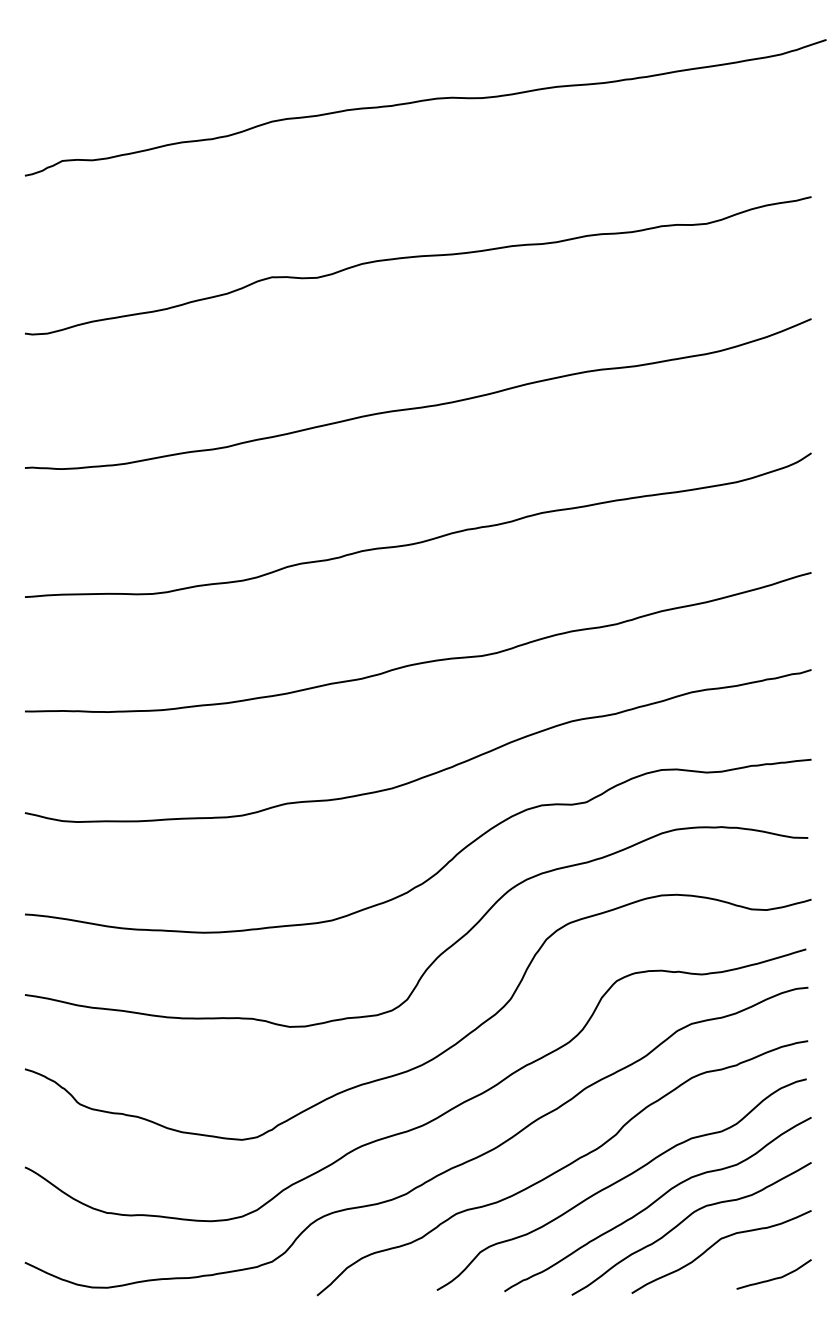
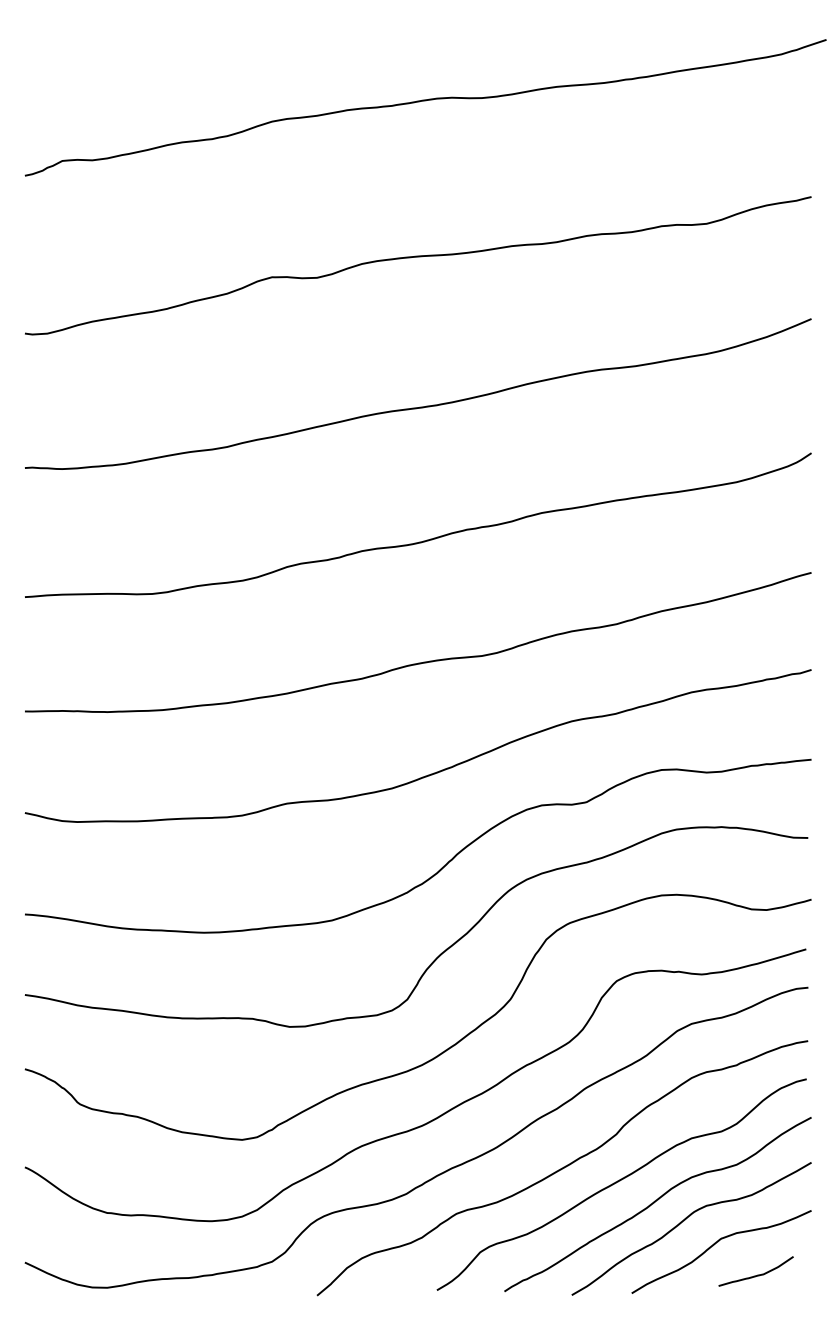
curve at (775, 1277) position: (775, 1277) -> (757, 1274)
